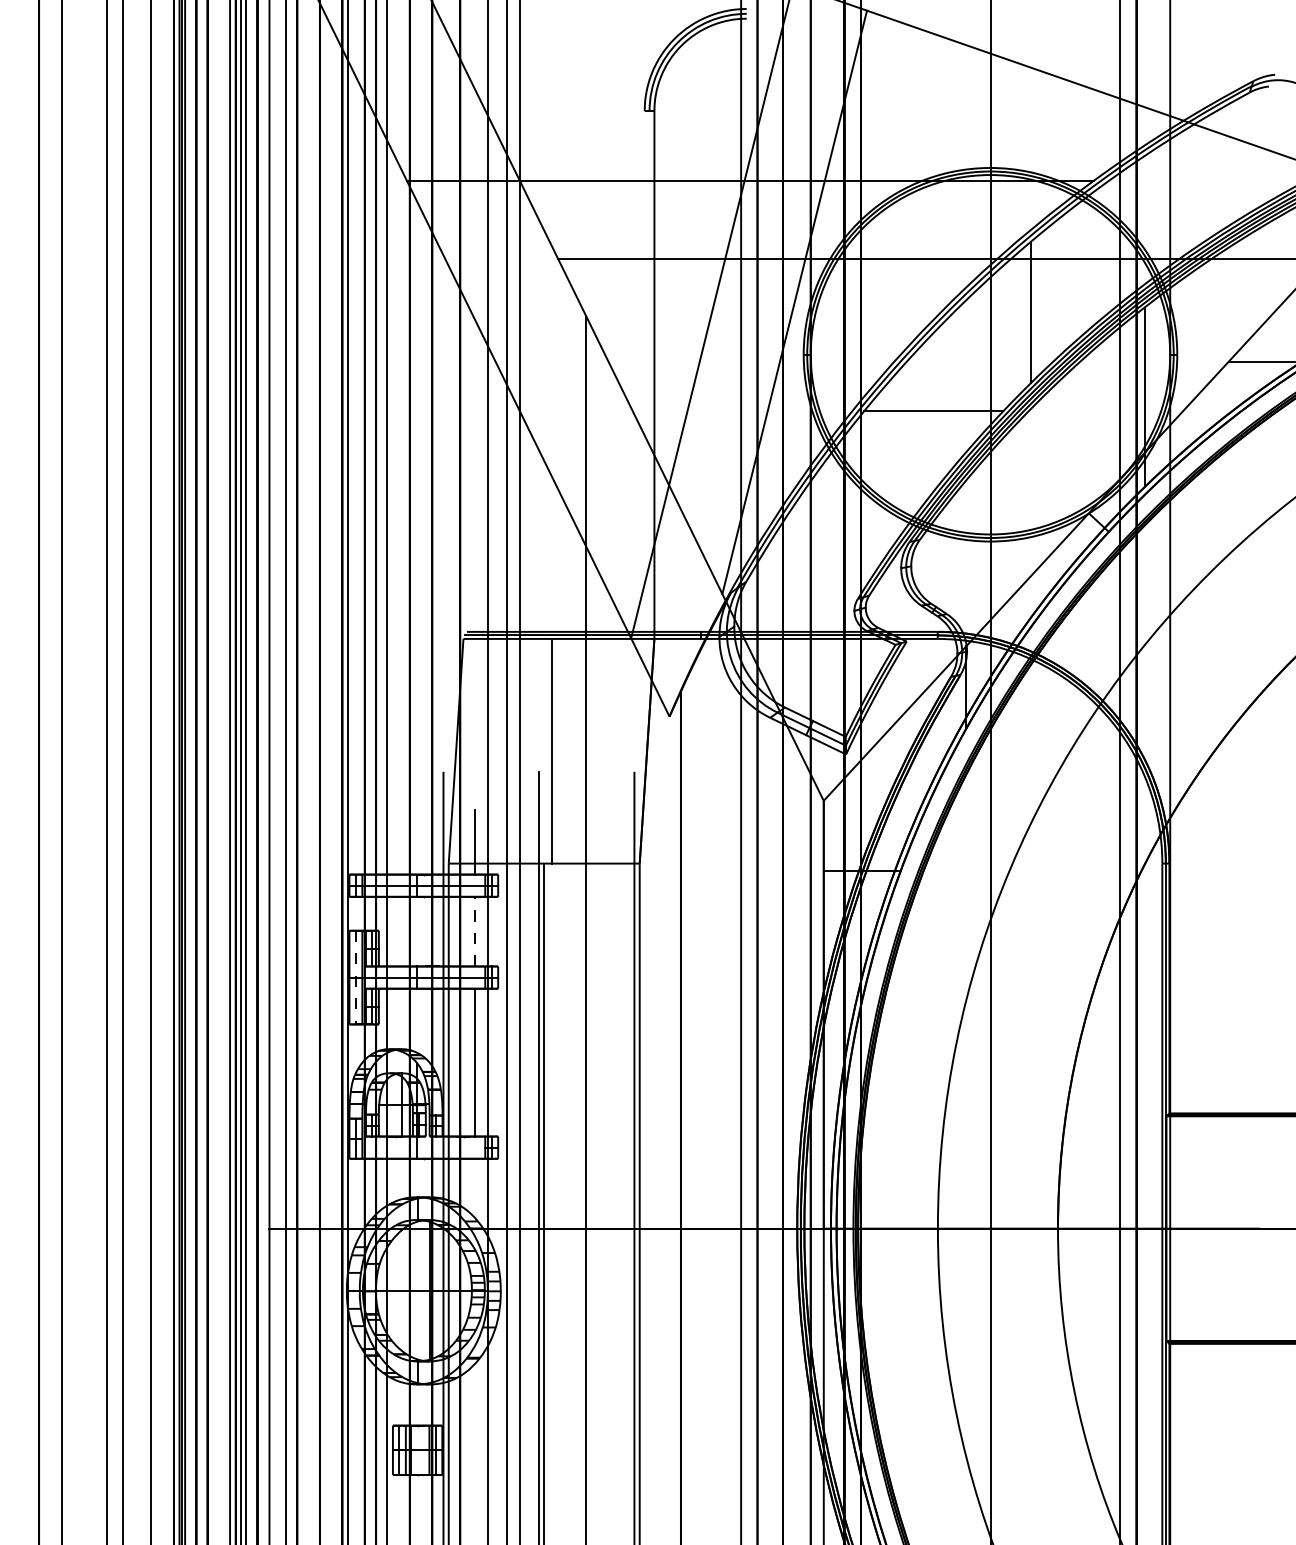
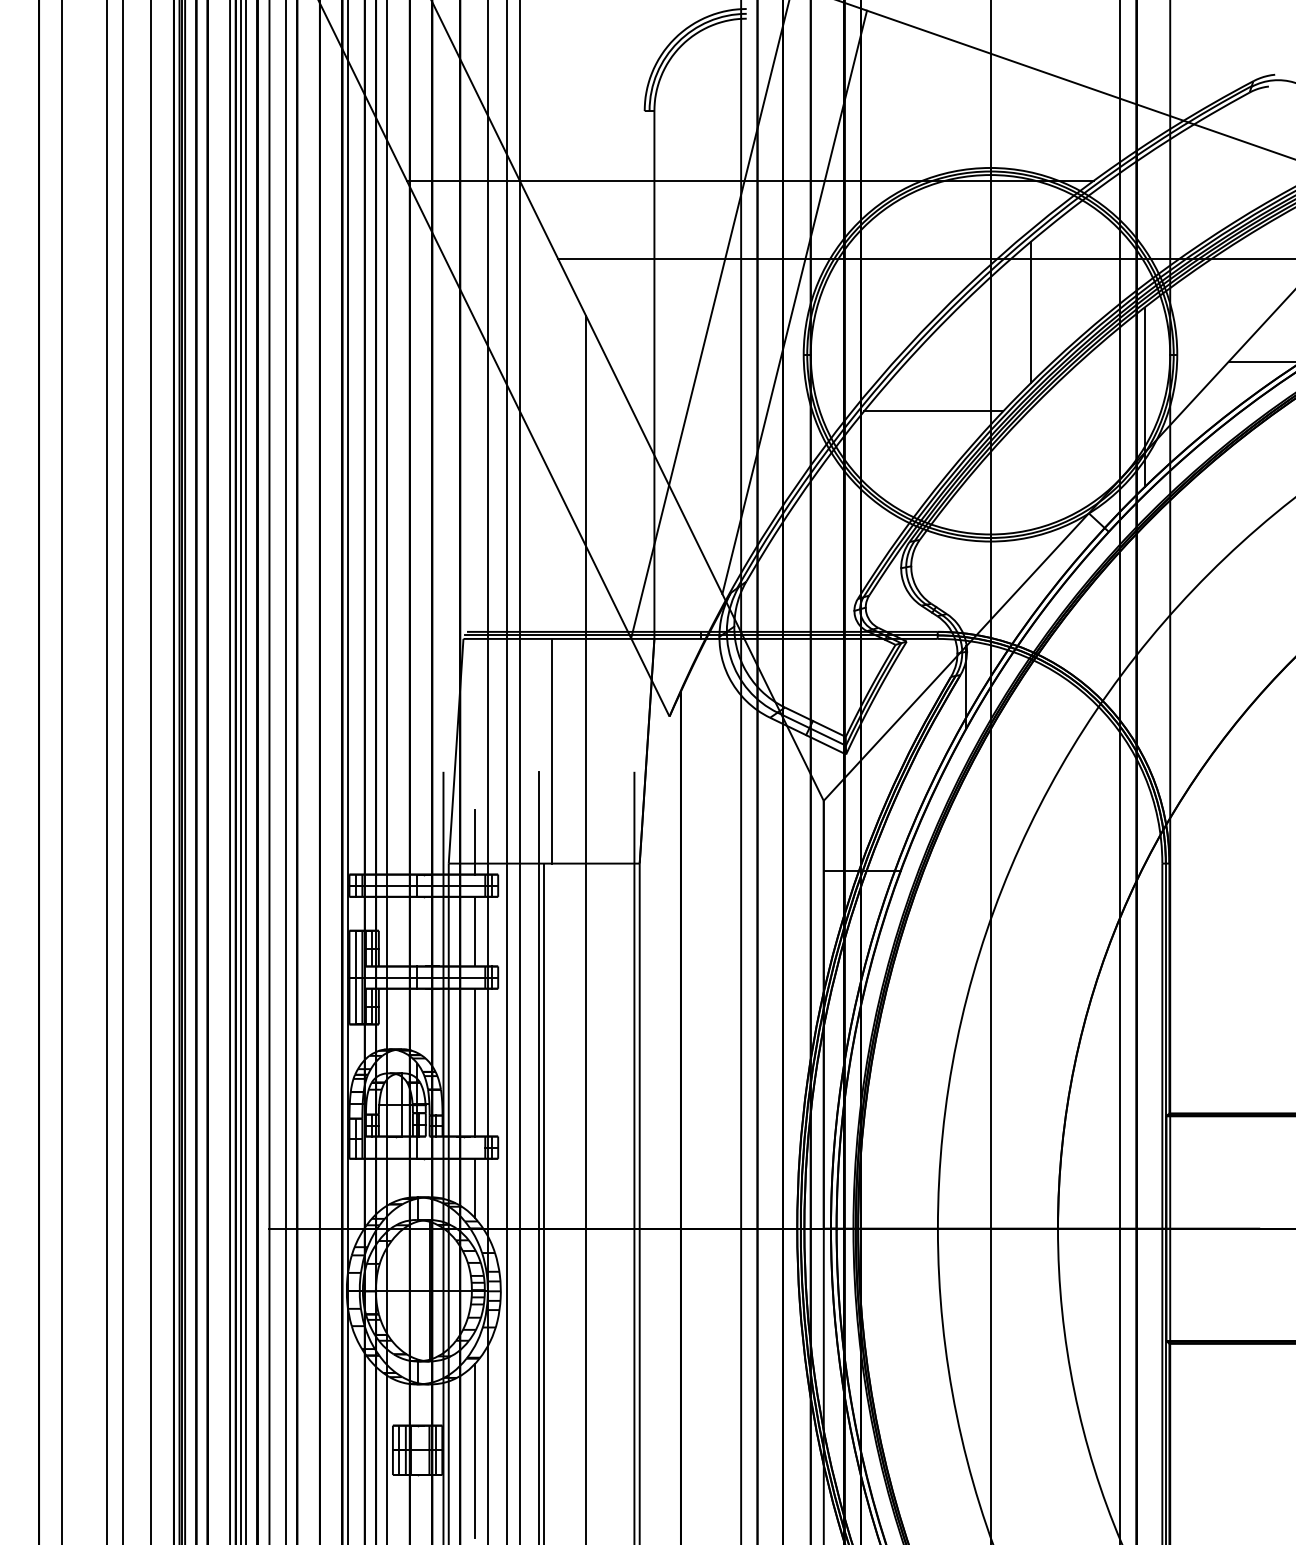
line at (475, 931): dashed -> solid
line at (355, 977): dashed -> solid
line at (475, 1188): none -> present
line at (475, 1450): none -> present
